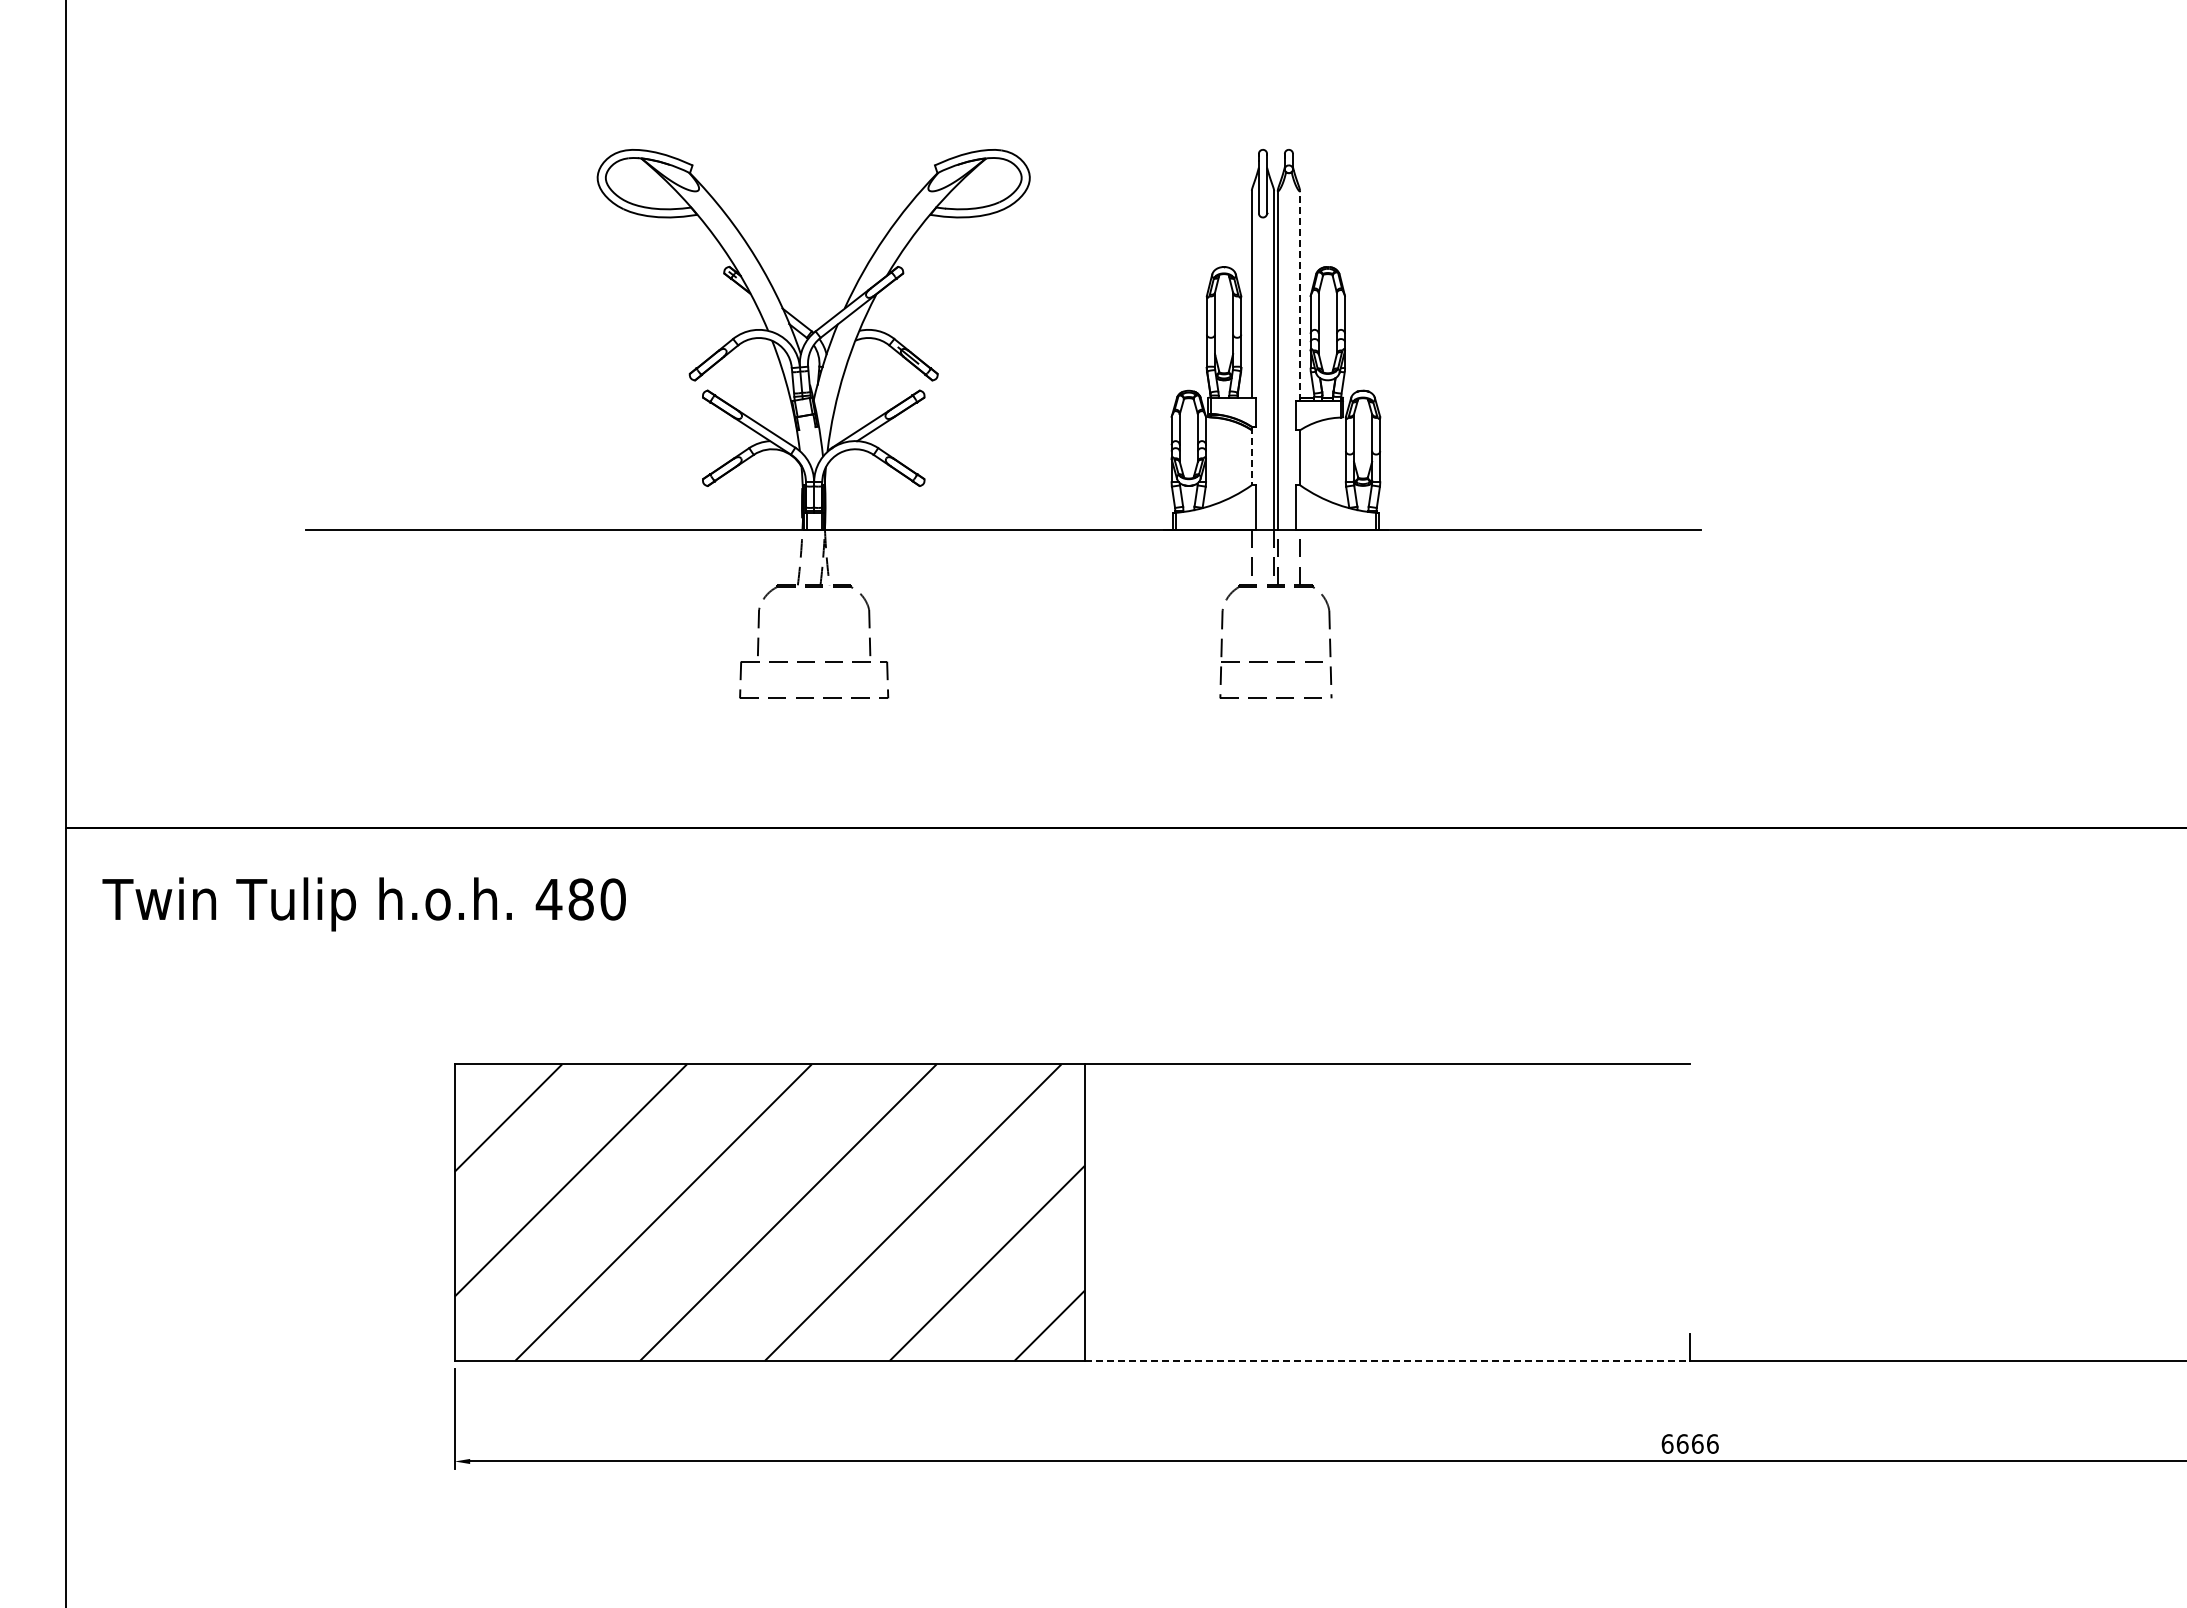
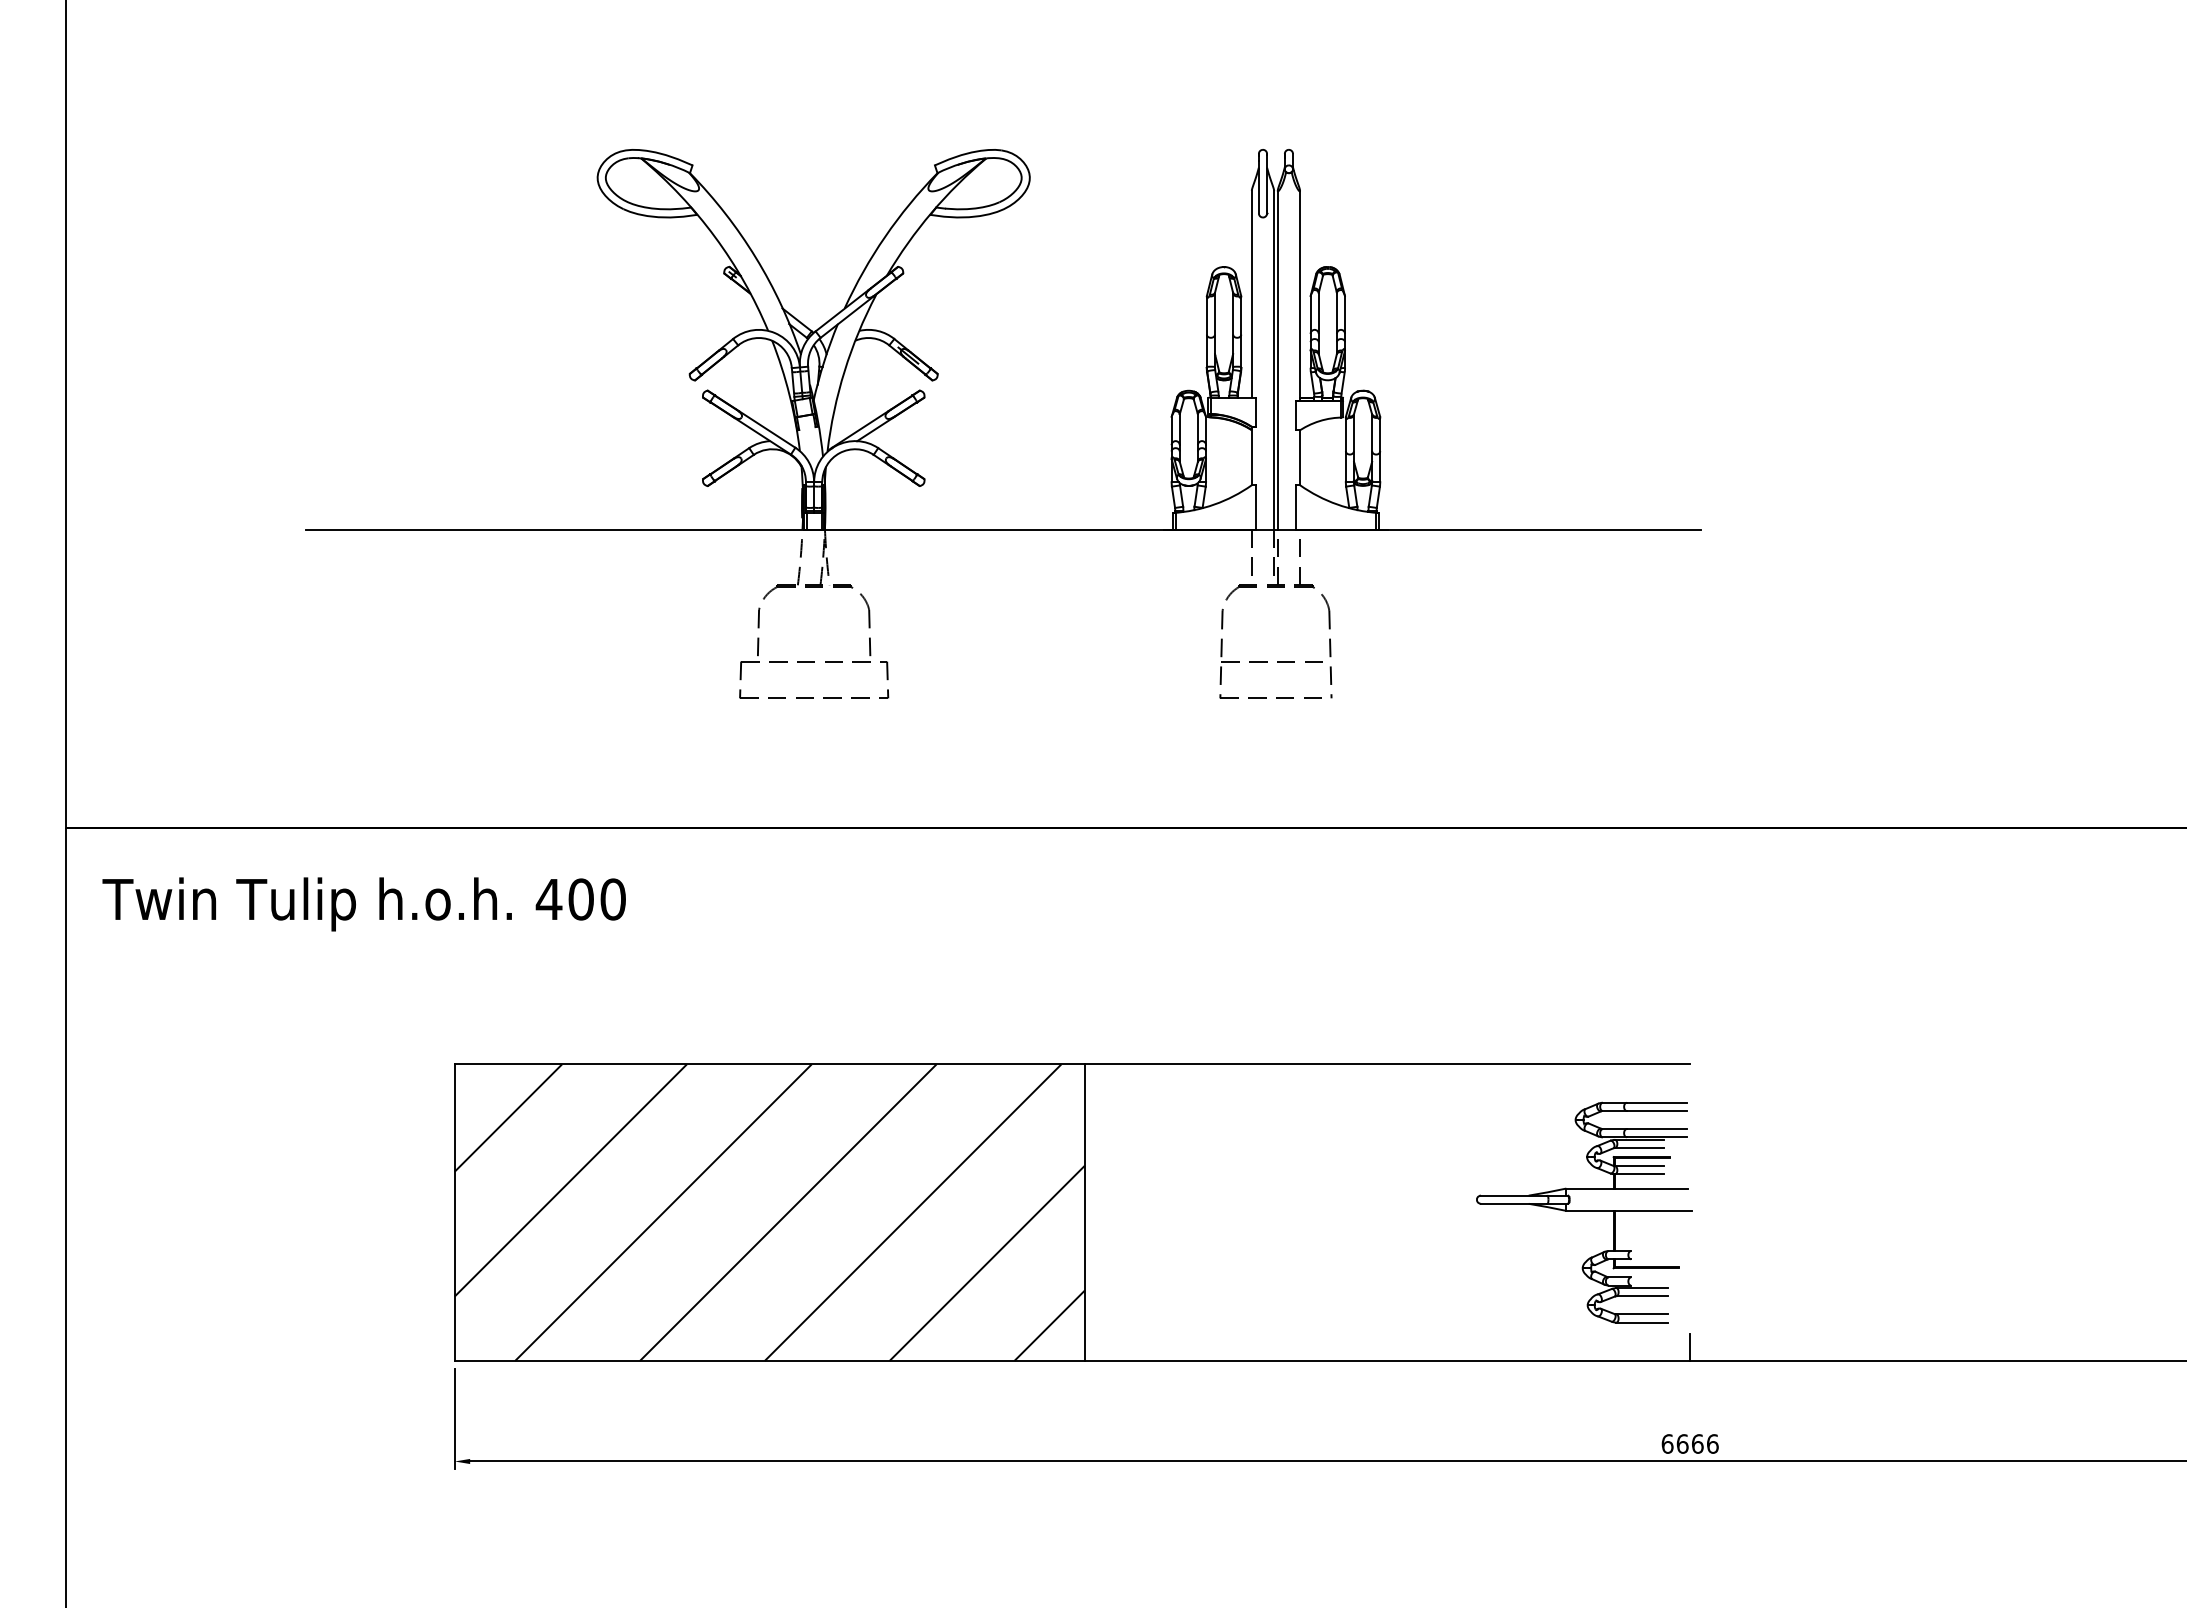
line at (1300, 295): dashed -> solid
line at (1251, 456): dashed -> solid
text at (580, 899): 480 -> 400
part at (1584, 1212): none -> present
line at (1387, 1360): dashed -> solid
